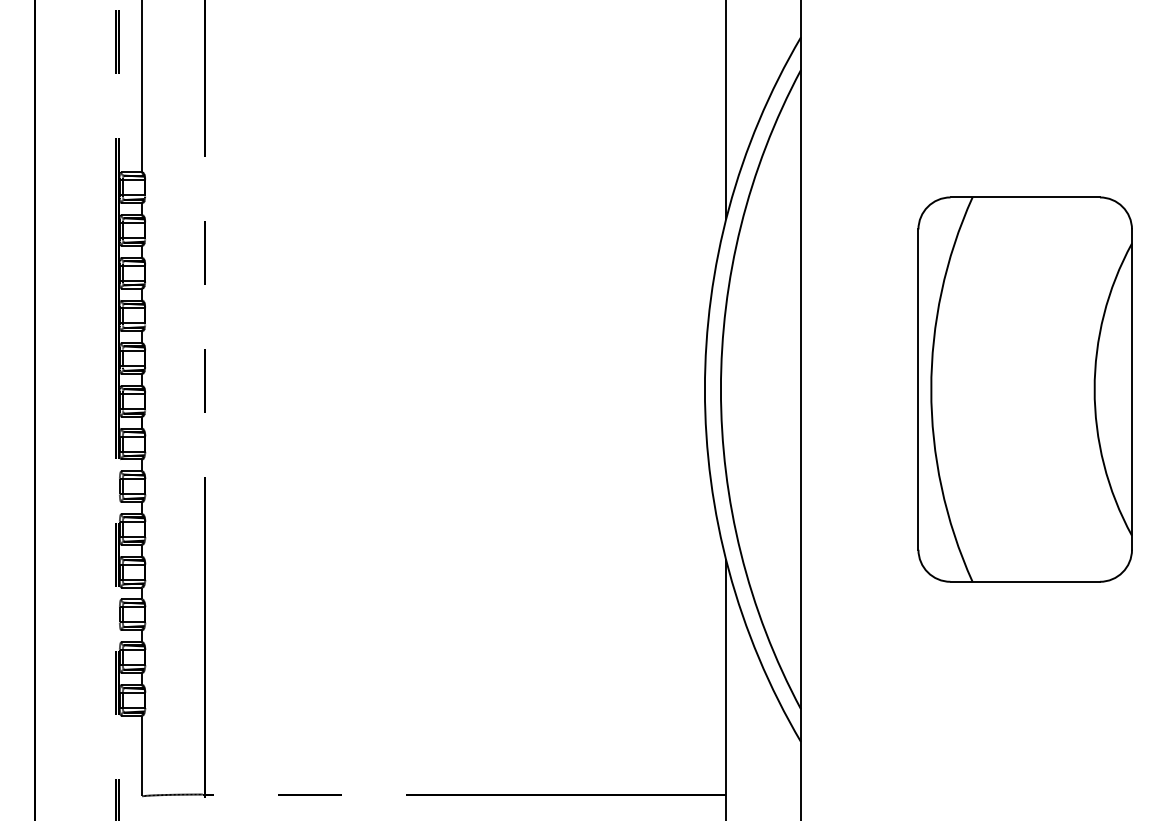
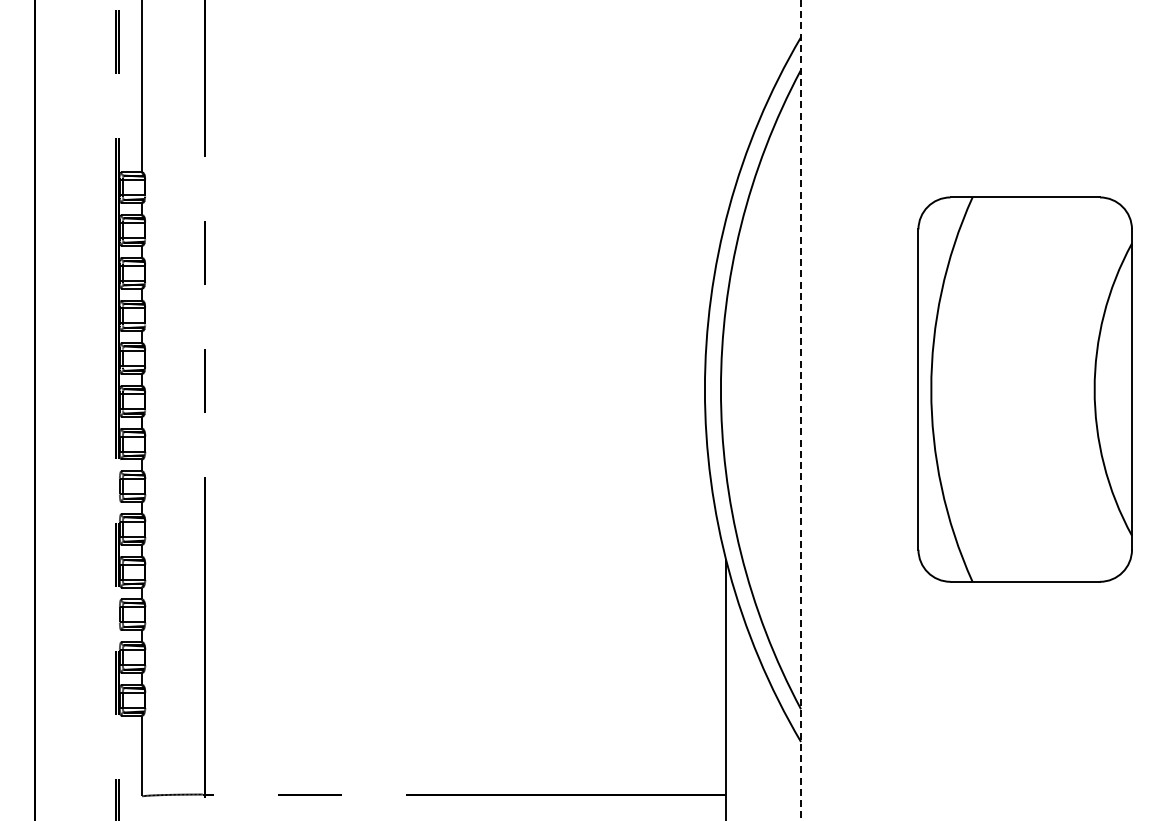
line at (726, 110): present -> none
line at (801, 410): solid -> dashed
